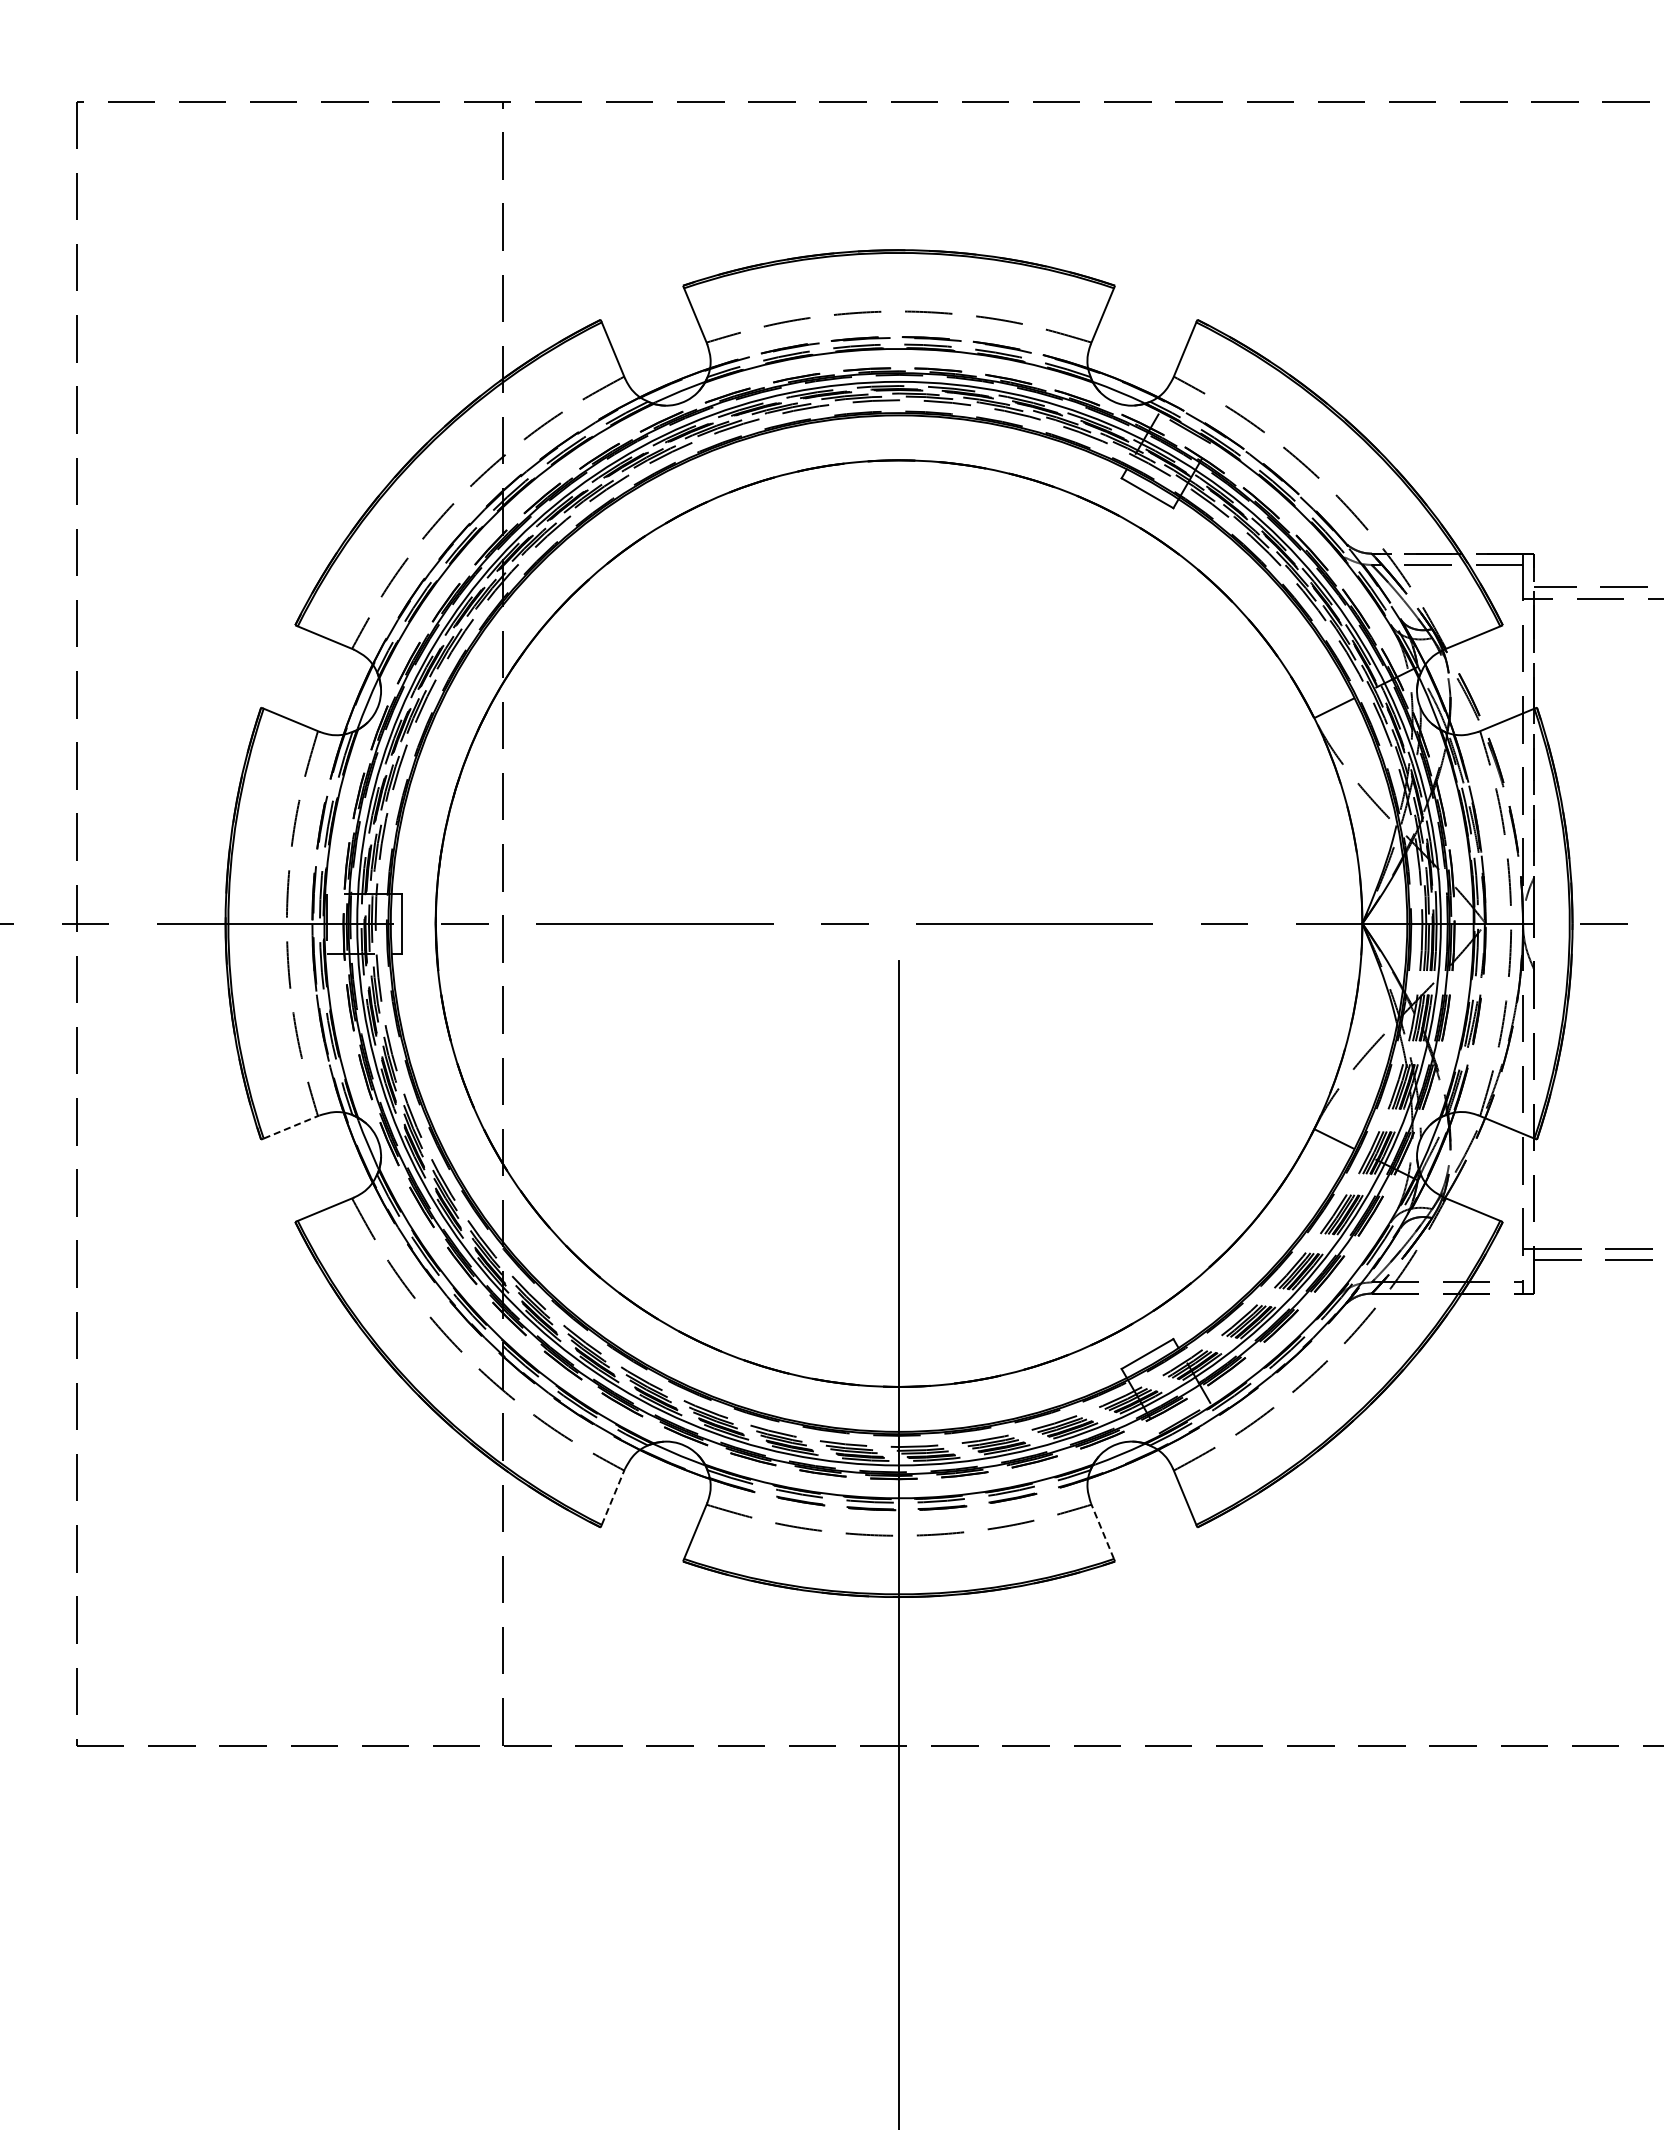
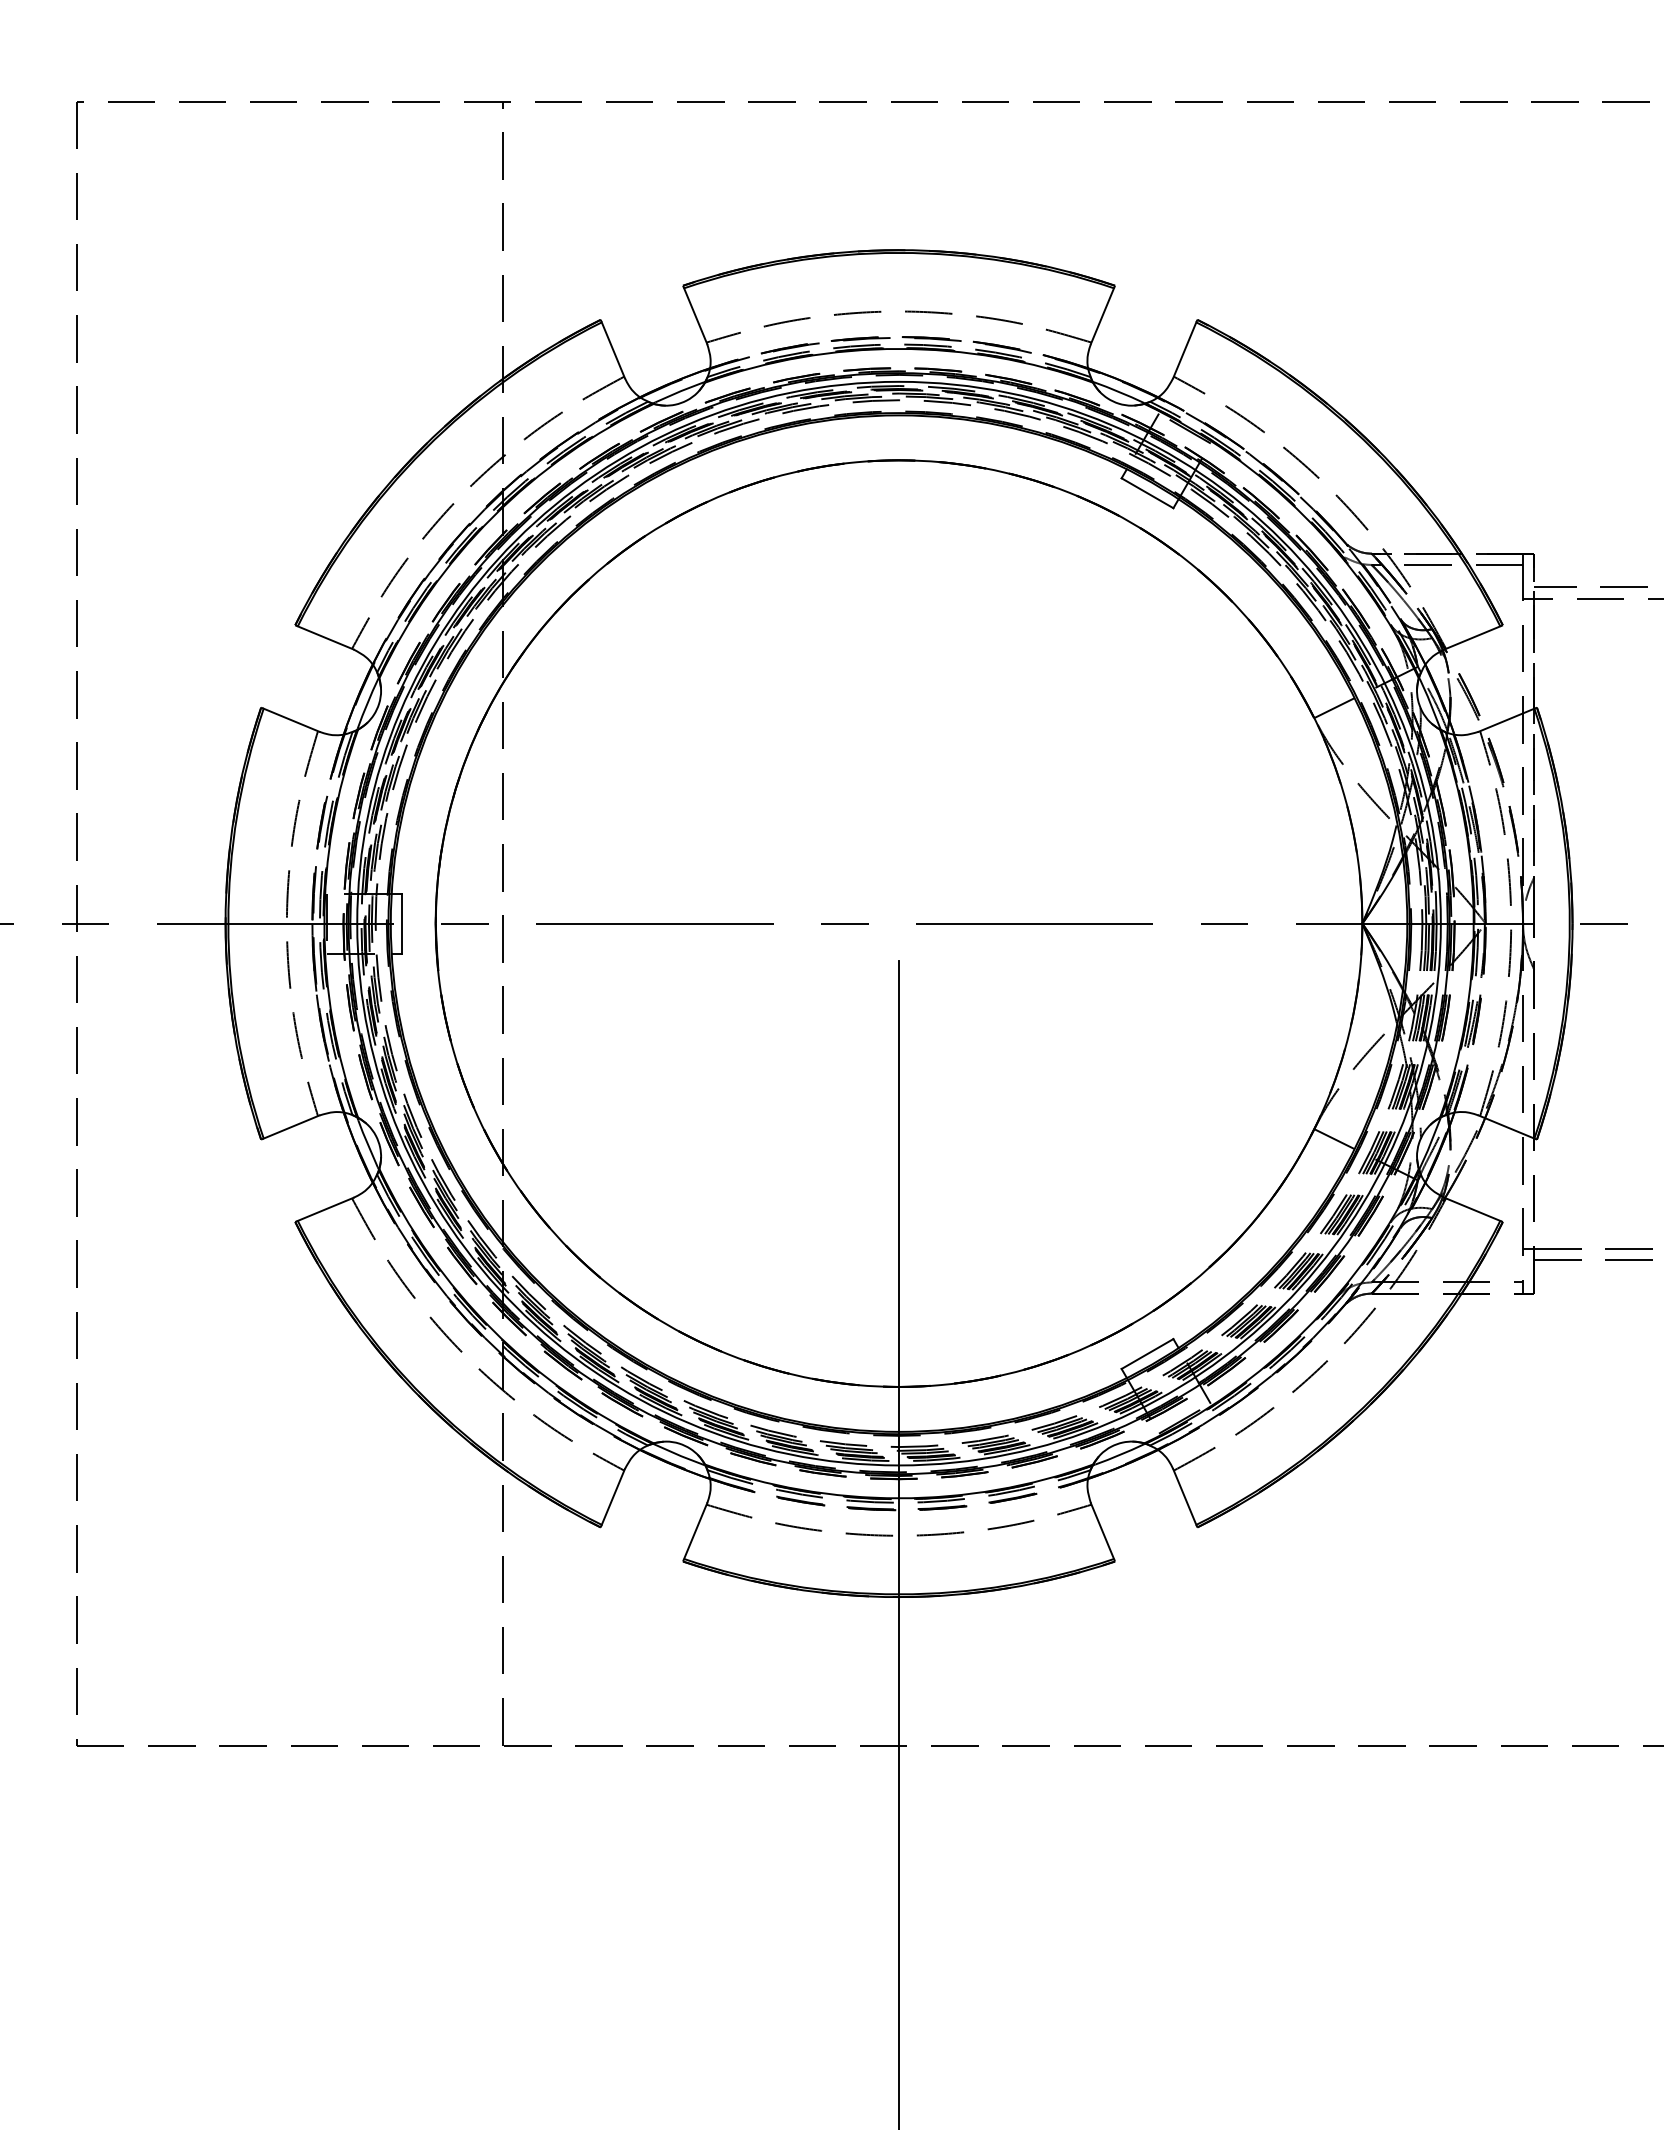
line at (292, 1126): dashed -> solid
line at (613, 1496): dashed -> solid
line at (1102, 1530): dashed -> solid
